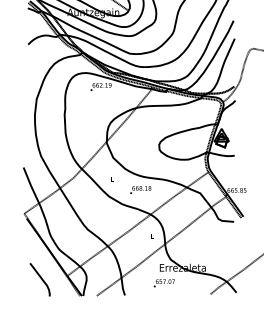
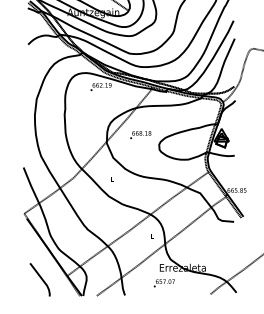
text at (140, 190) position: (140, 190) -> (140, 135)
